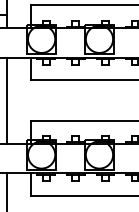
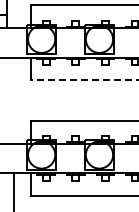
line at (84, 80): solid -> dashed
line at (7, 100): present -> none
line at (7, 190) position: (7, 190) -> (14, 190)
